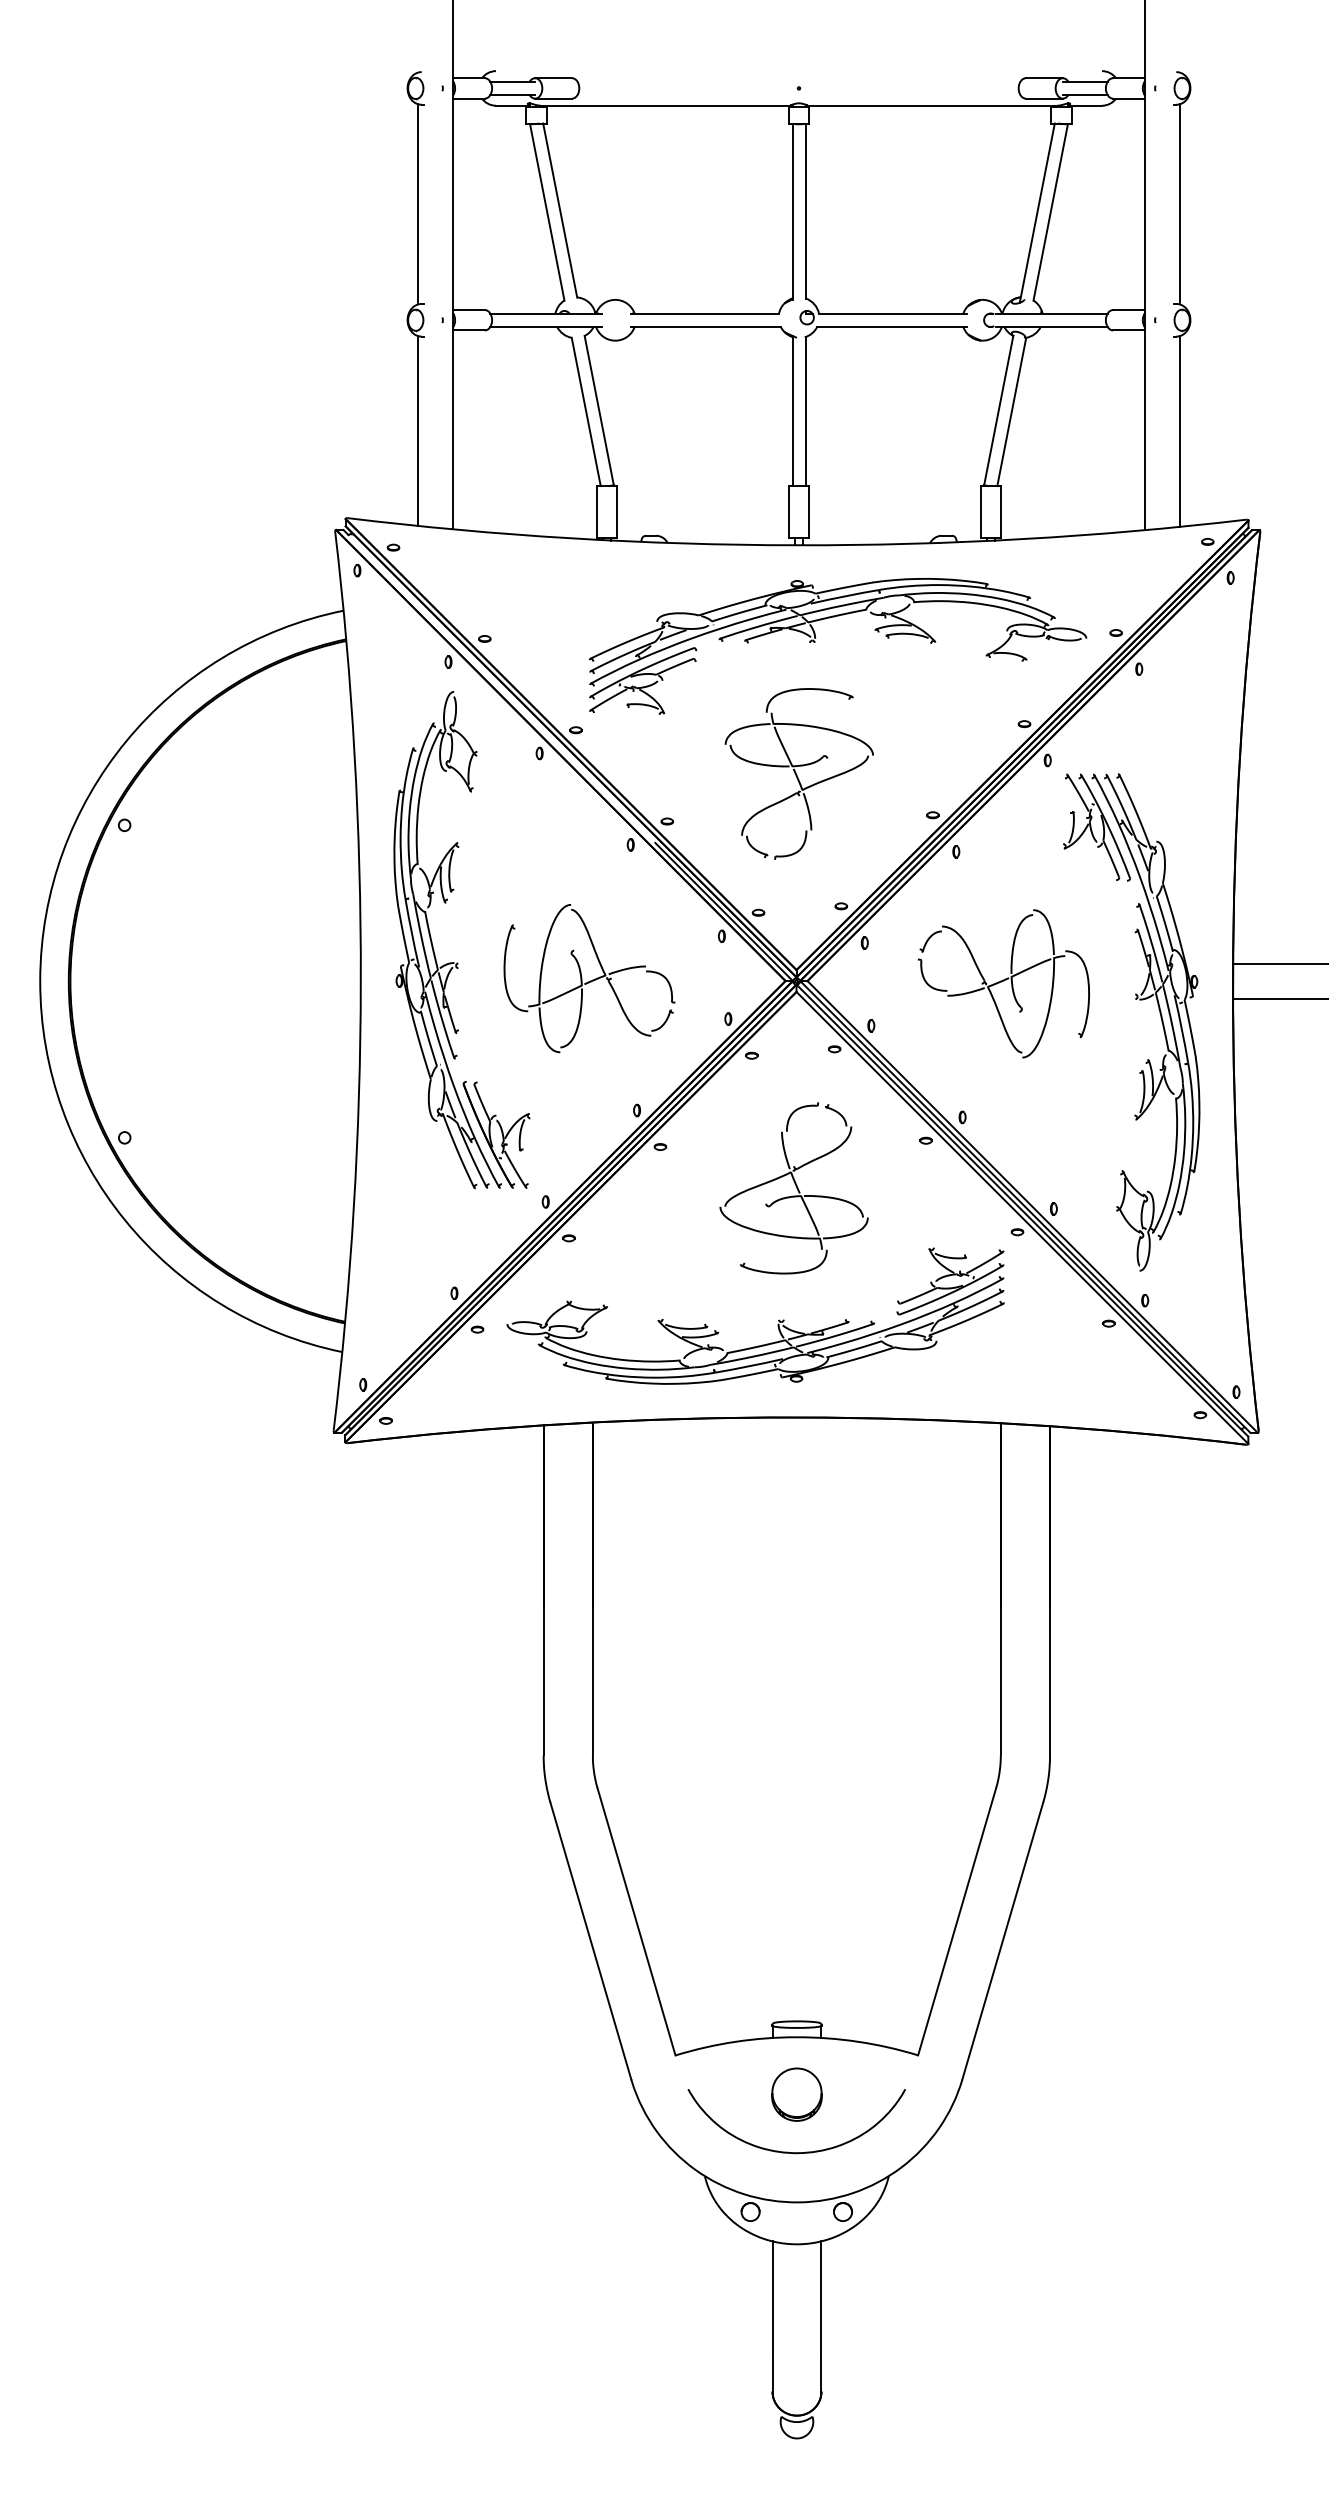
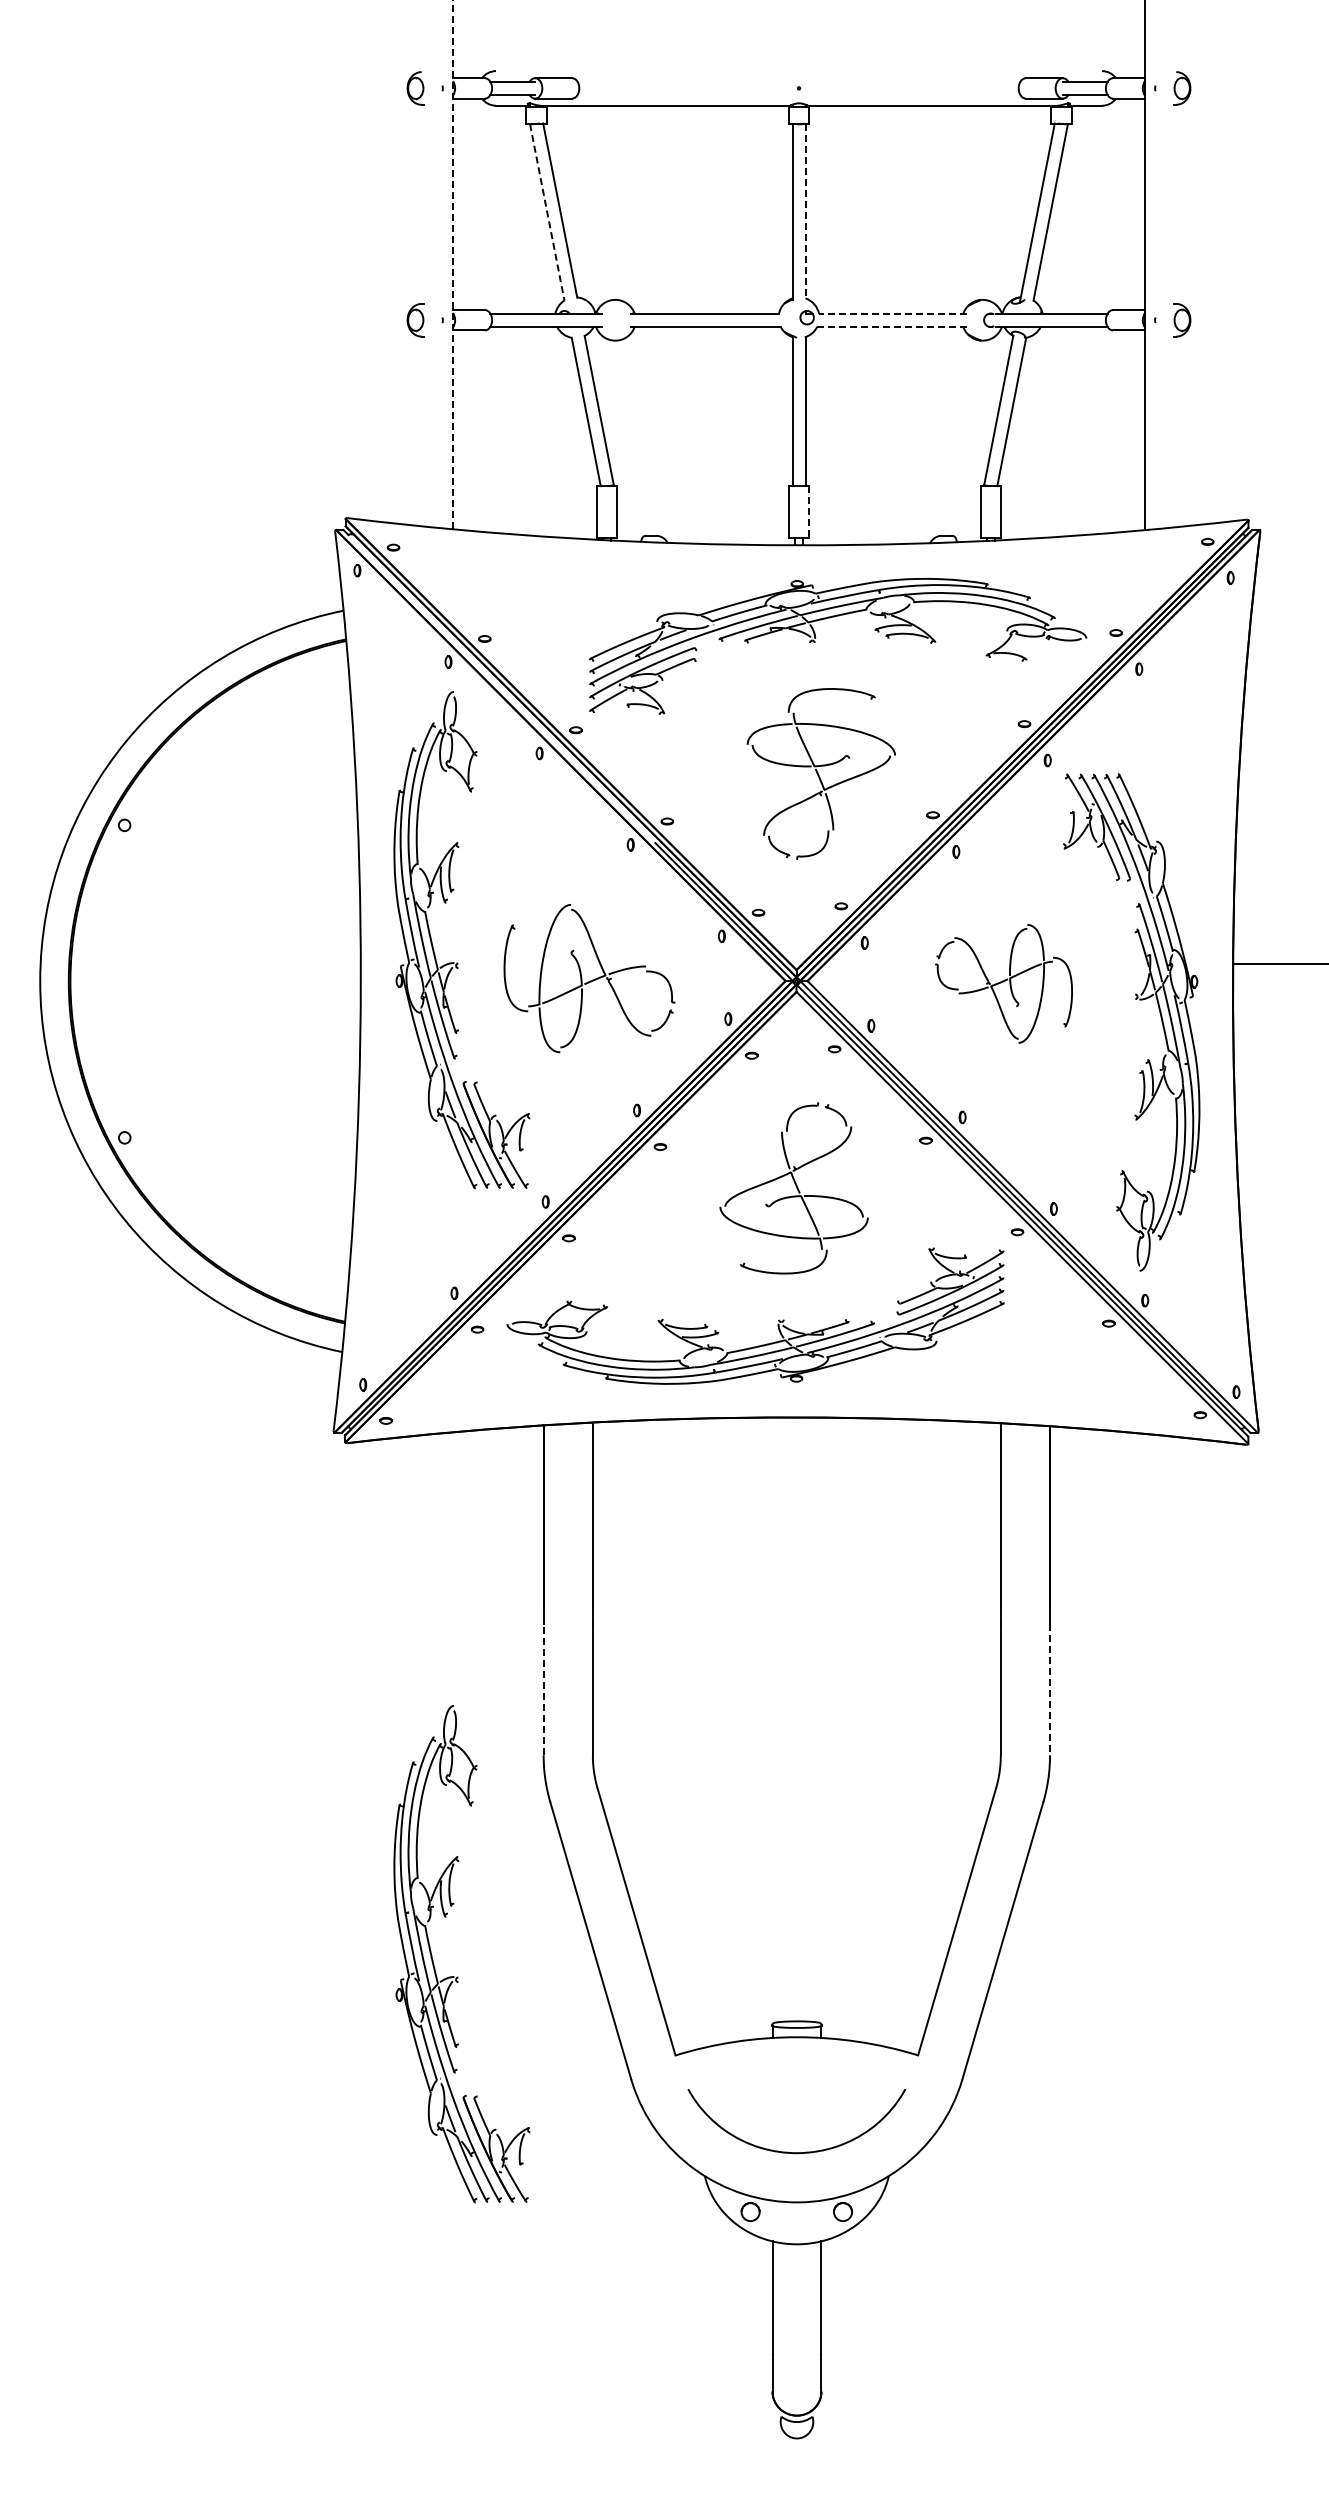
line at (418, 204): present -> none
line at (1179, 204): present -> none
line at (805, 211): solid -> dashed
line at (547, 212): solid -> dashed
line at (453, 264): solid -> dashed
line at (892, 313): solid -> dashed
line at (892, 326): solid -> dashed
line at (418, 431): present -> none
line at (1179, 431): present -> none
line at (809, 512): solid -> dashed
part at (798, 773) position: (798, 773) -> (820, 773)
part at (1003, 983) size: 172x150 px -> 138x120 px
line at (1279, 998): present -> none
line at (543, 1689): solid -> dashed
line at (1050, 1689): solid -> dashed
part at (457, 1976): none -> present
part at (796, 2094): present -> none
